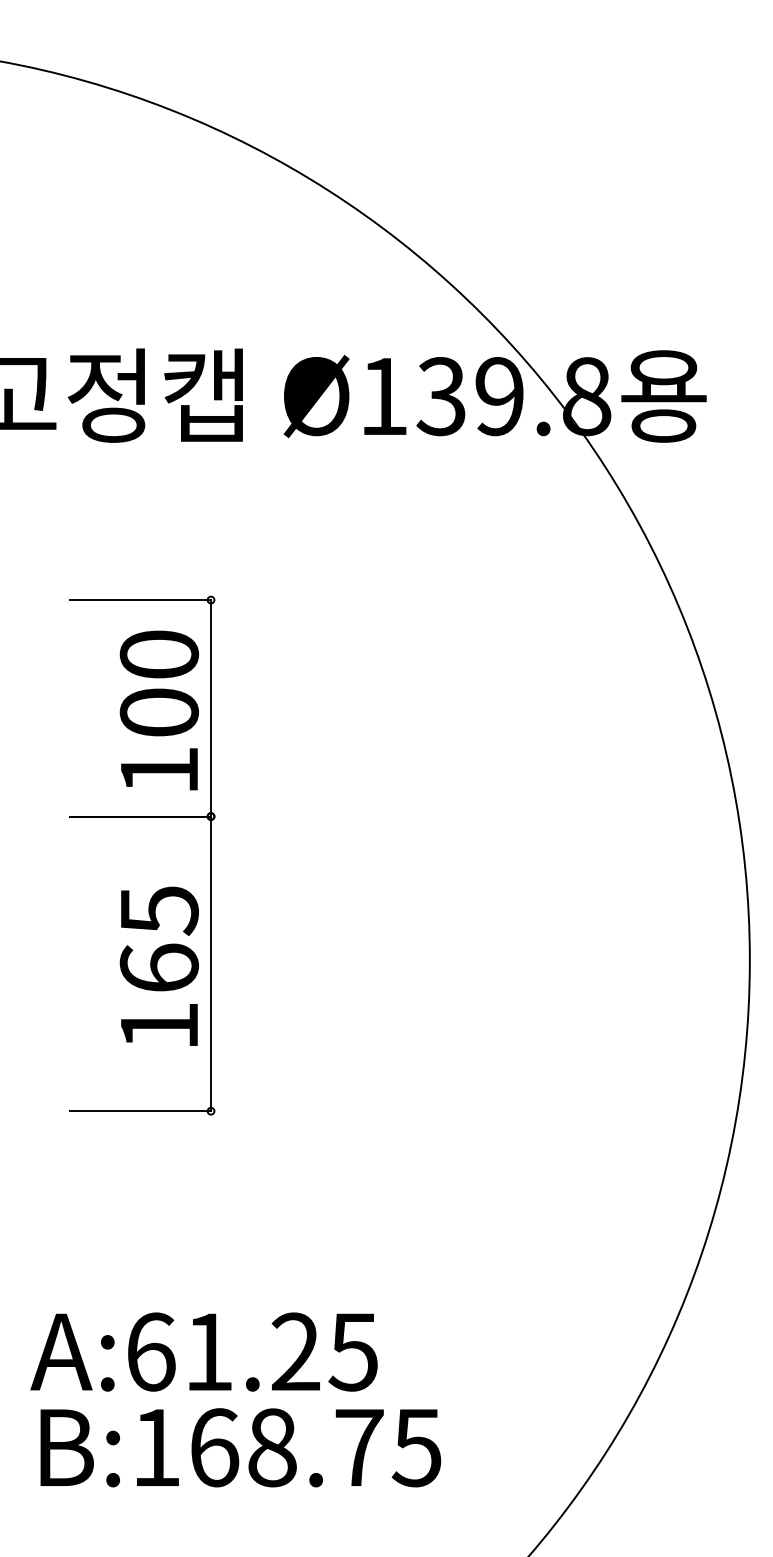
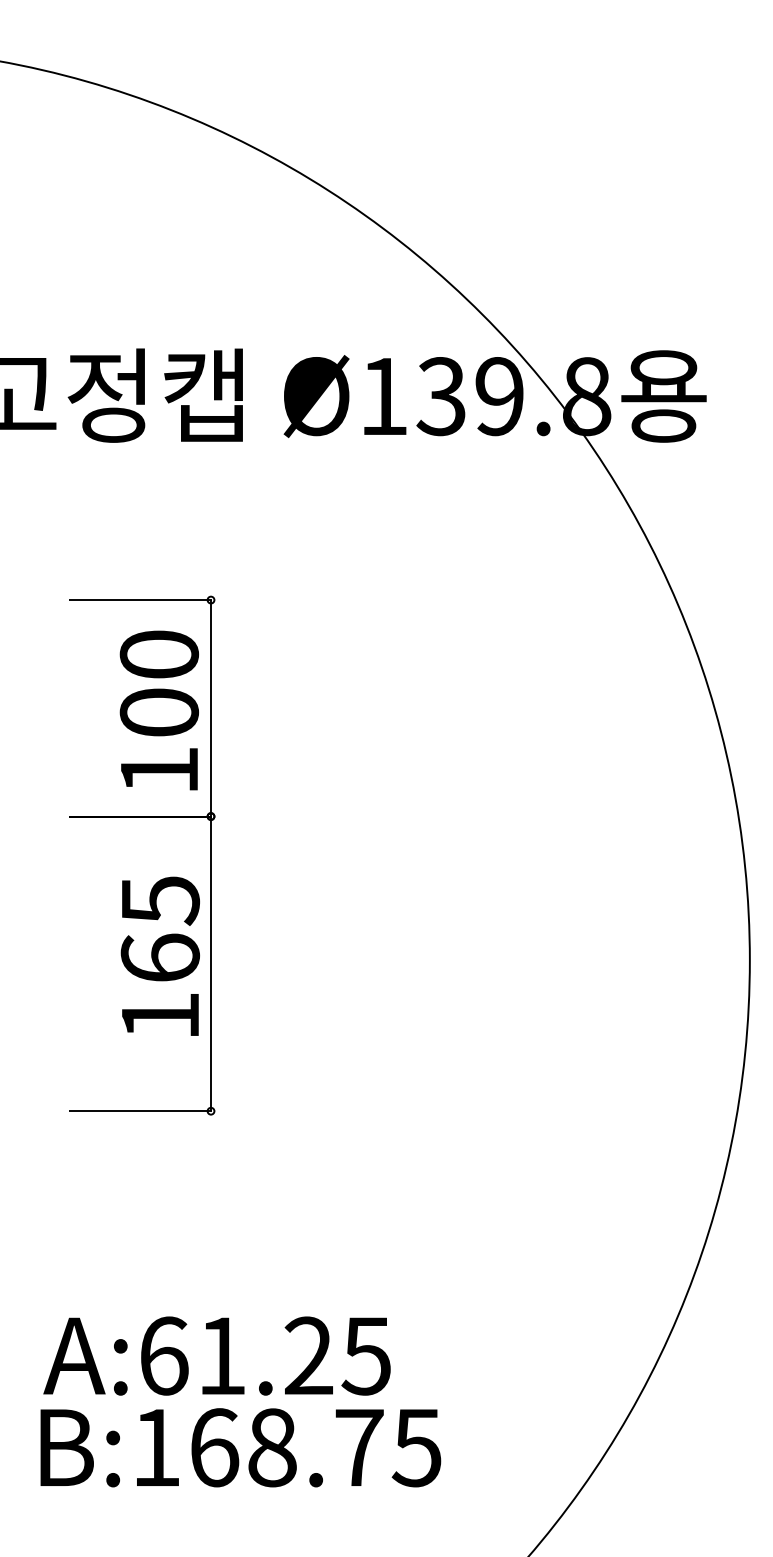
text at (158, 965) position: (158, 965) -> (159, 955)
text at (203, 1351) position: (203, 1351) -> (216, 1355)
